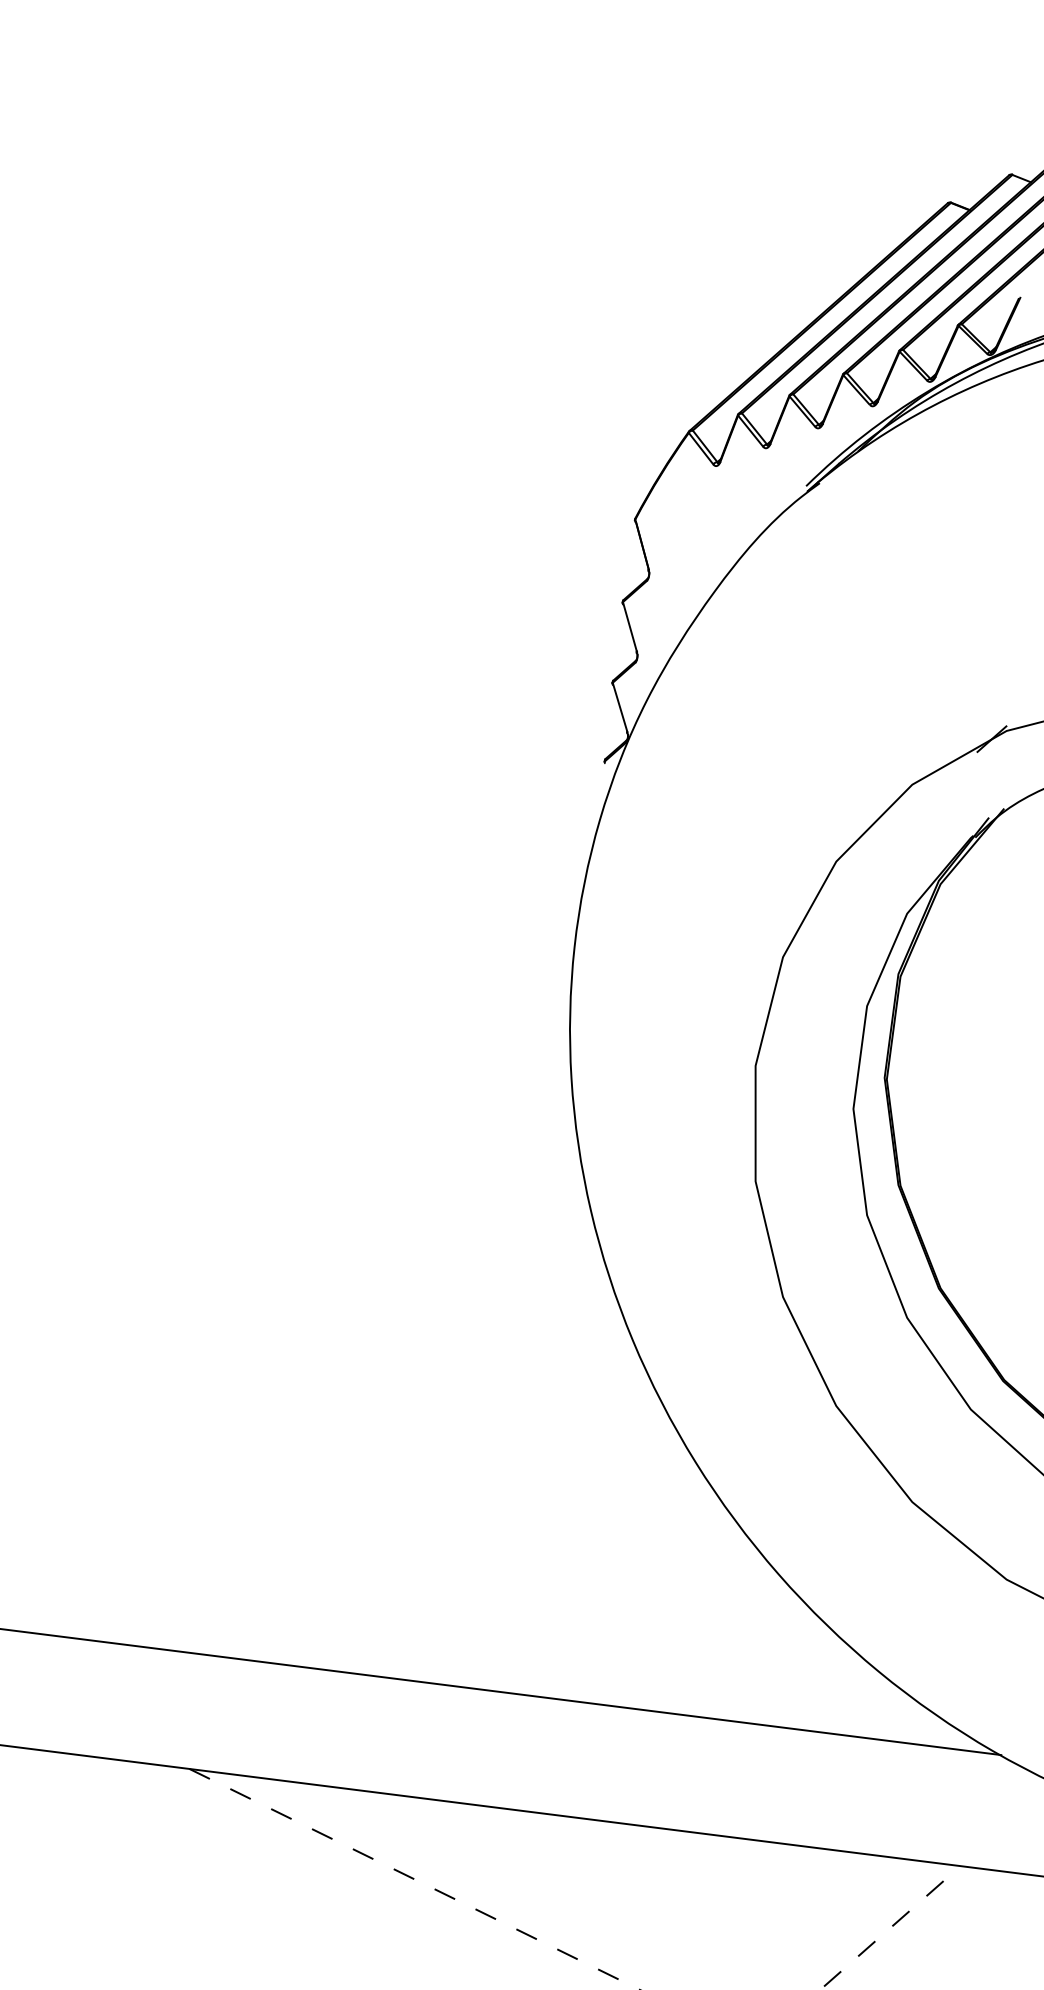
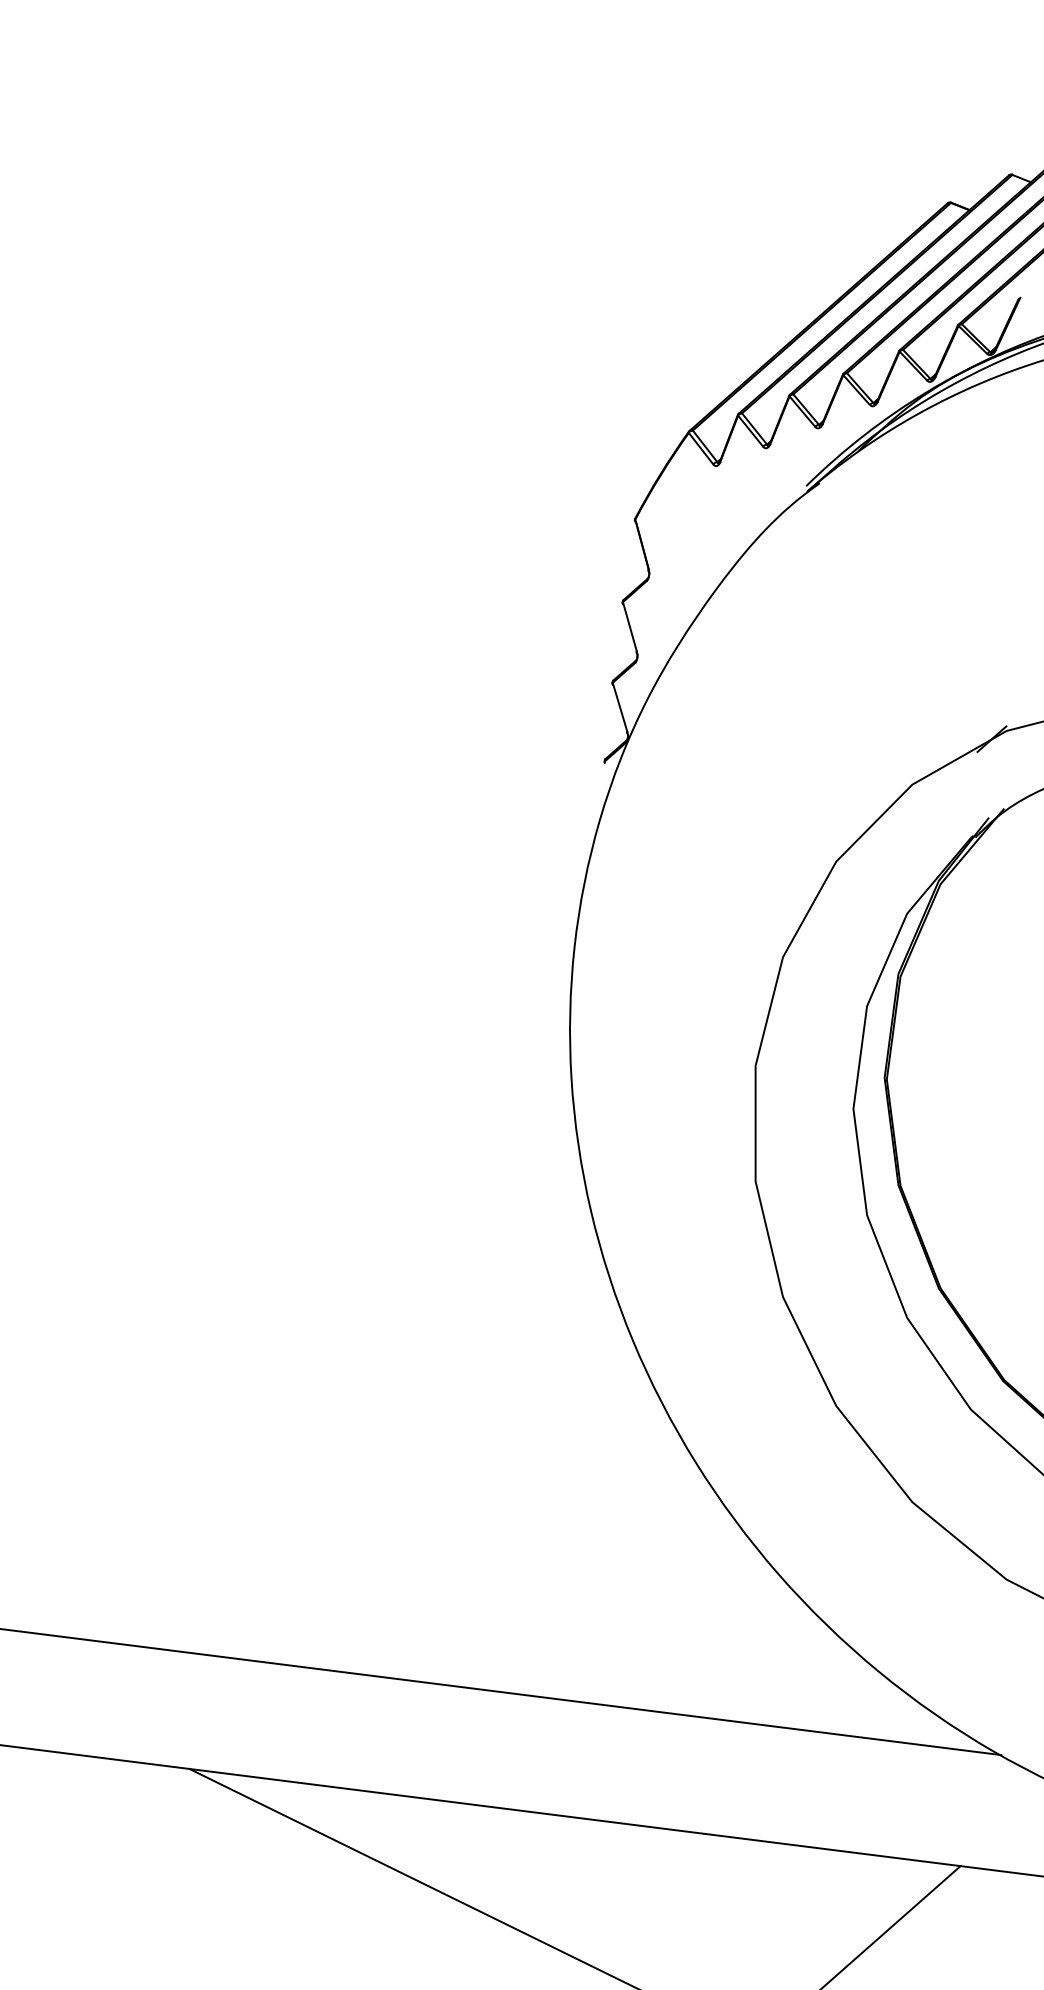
line at (414, 1879): dashed -> solid
line at (891, 1927): dashed -> solid
